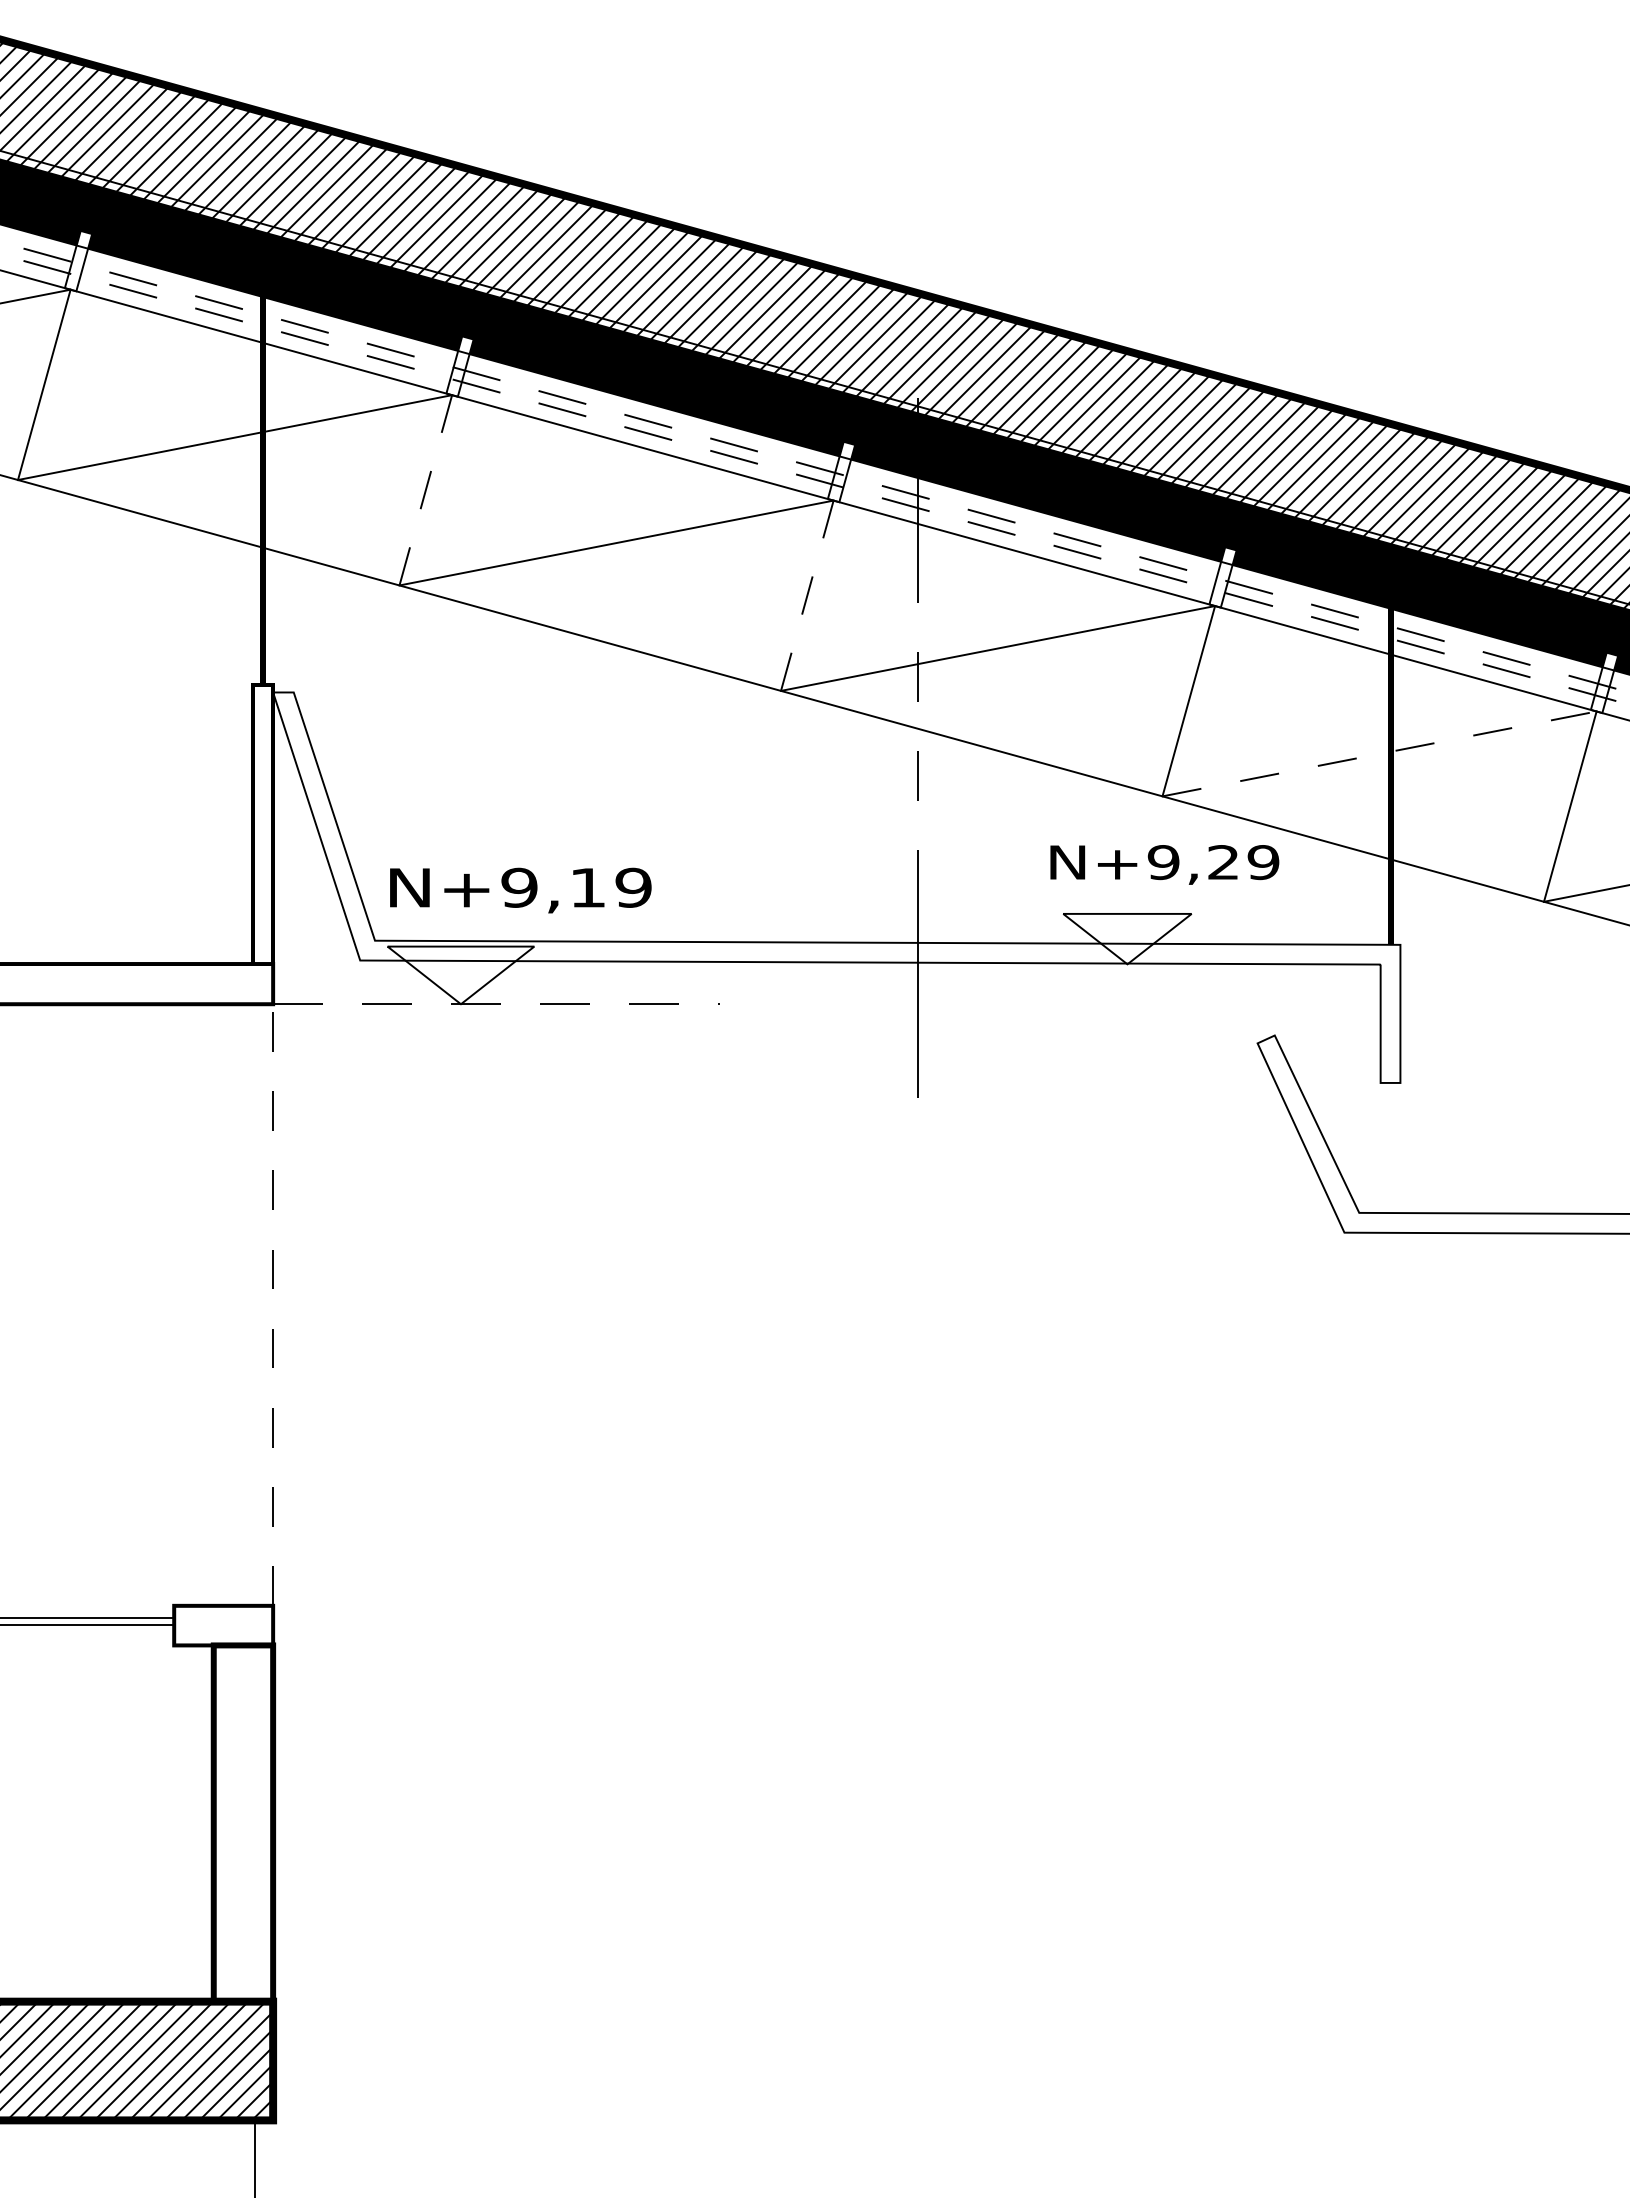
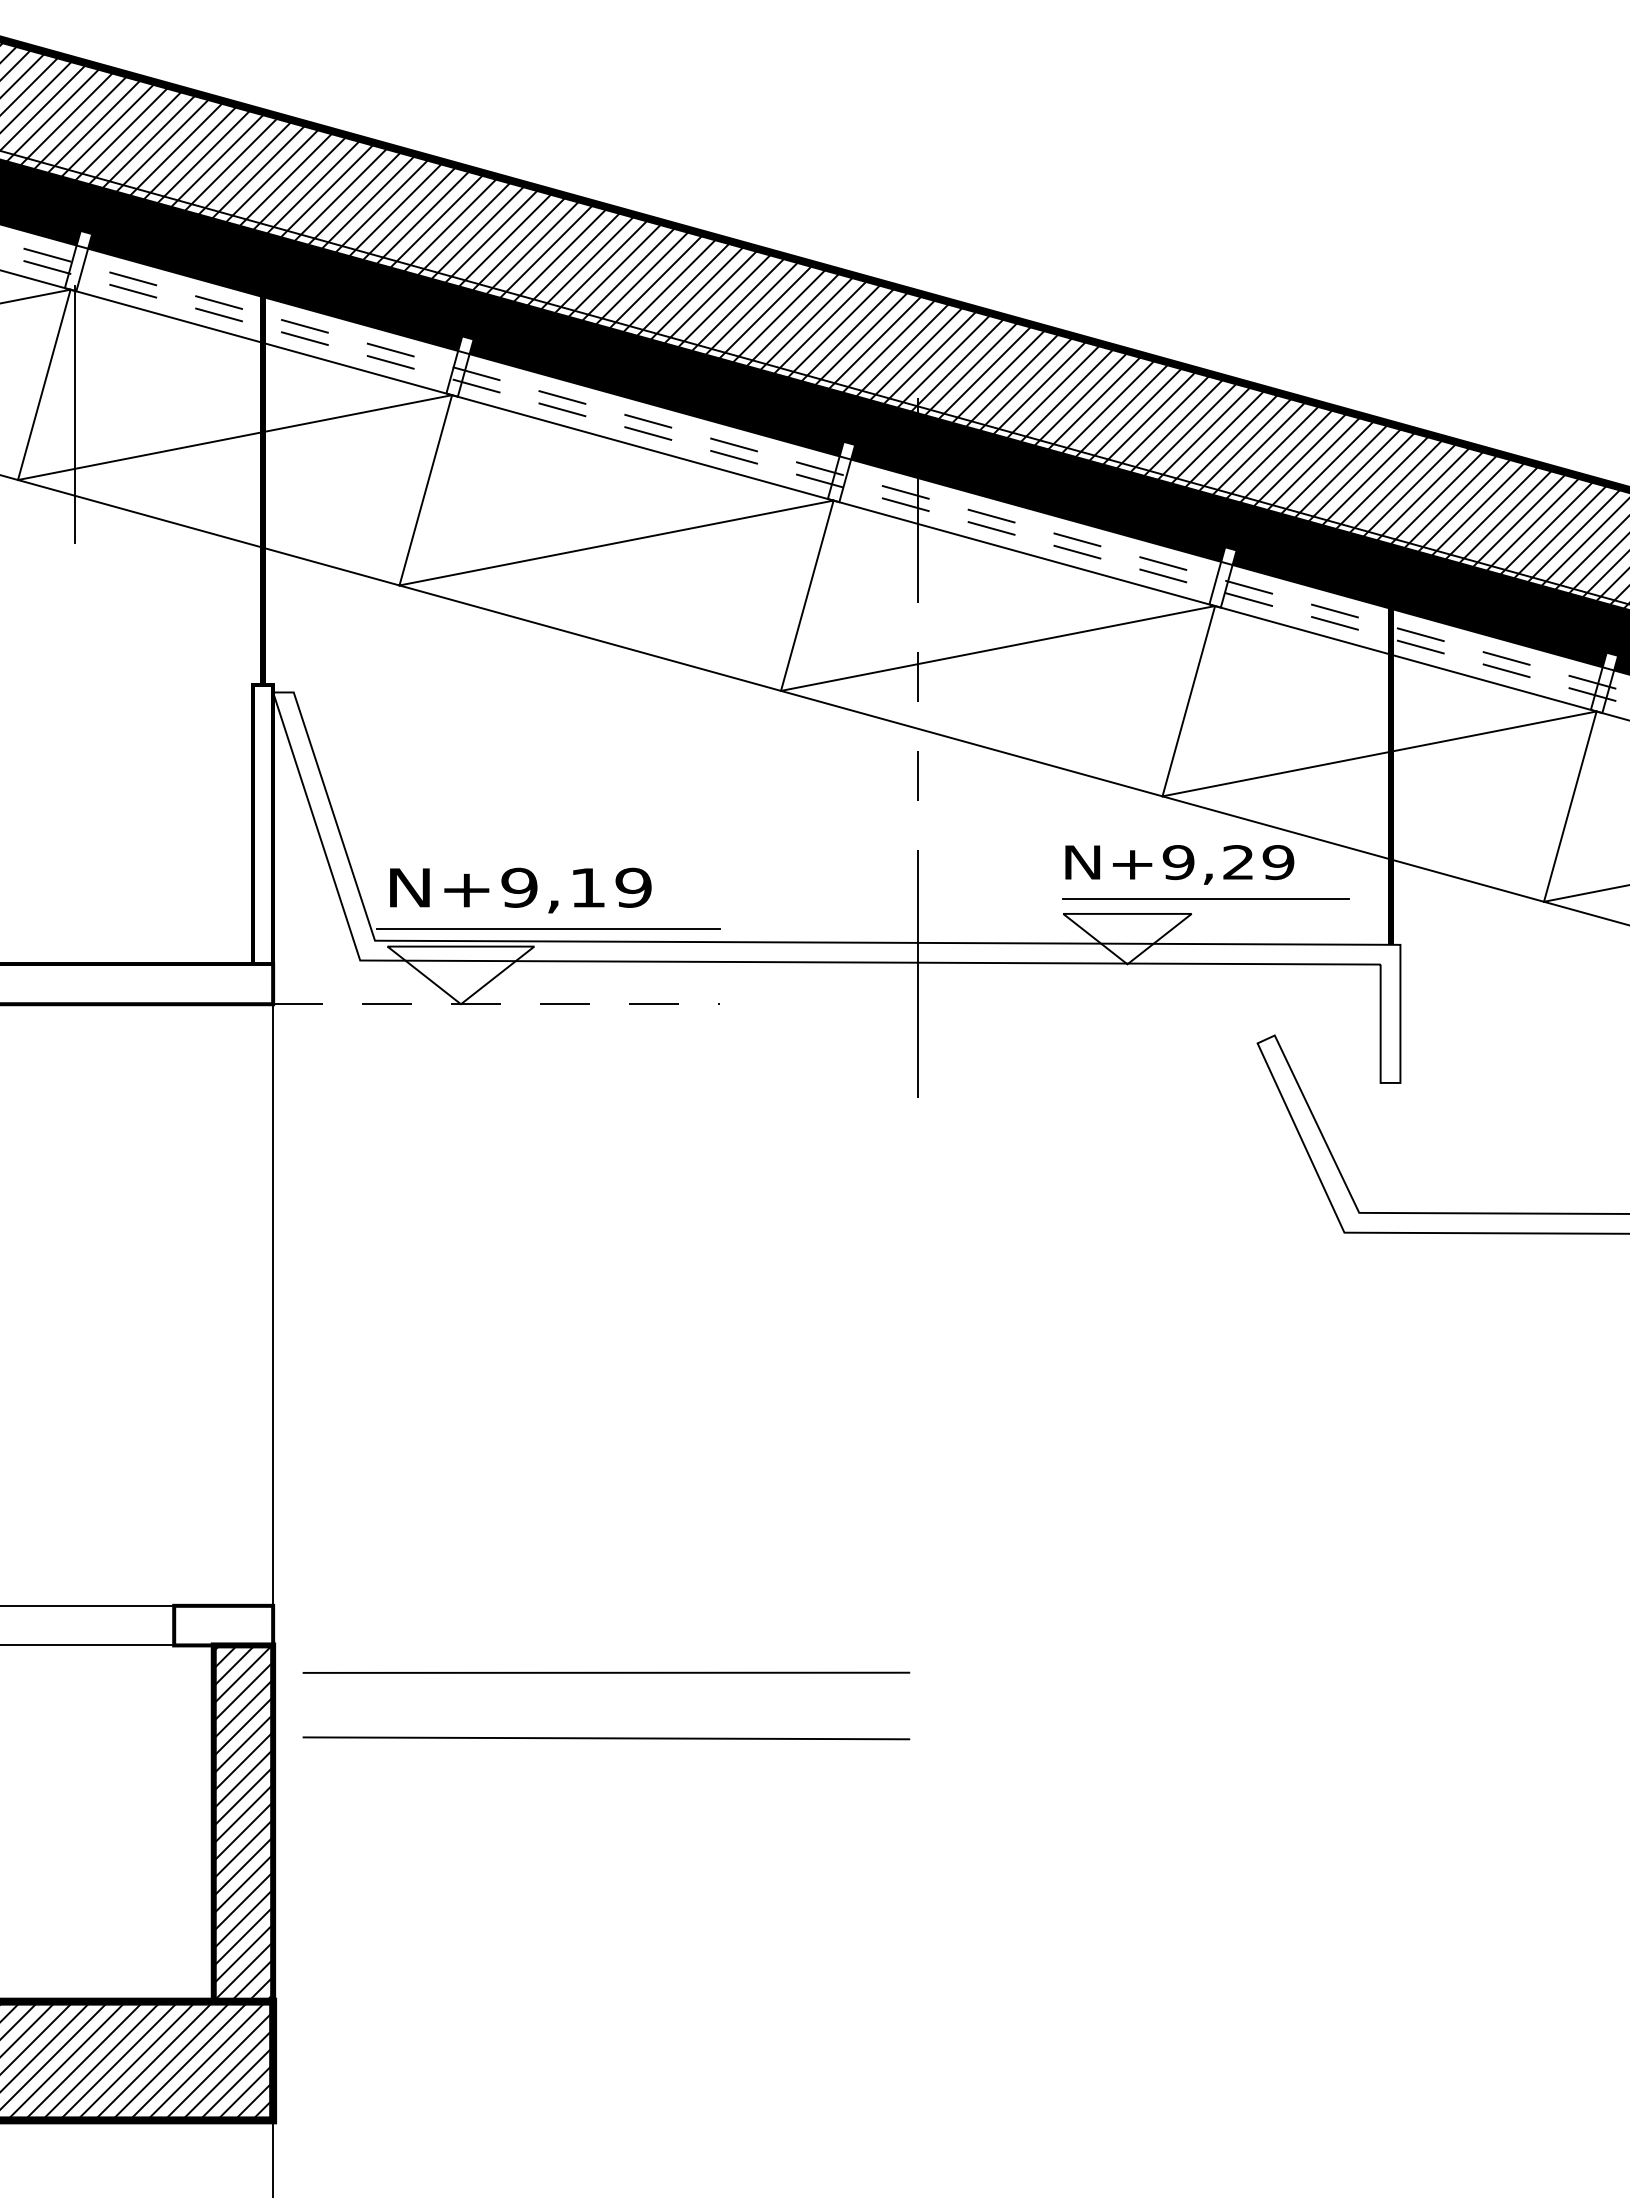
line at (74, 414): none -> present
line at (425, 490): dashed -> solid
line at (807, 595): dashed -> solid
line at (1380, 753): dashed -> solid
text at (1164, 864) position: (1164, 864) -> (1179, 864)
line at (1205, 898): none -> present
line at (548, 929): none -> present
line at (273, 1305): dashed -> solid
line at (88, 1618) position: (88, 1618) -> (88, 1645)
line at (88, 1624) position: (88, 1624) -> (88, 1605)
line at (606, 1672): none -> present
line at (606, 1738): none -> present
hatch at (243, 1823): none -> present
line at (255, 2157) position: (255, 2157) -> (273, 2157)
